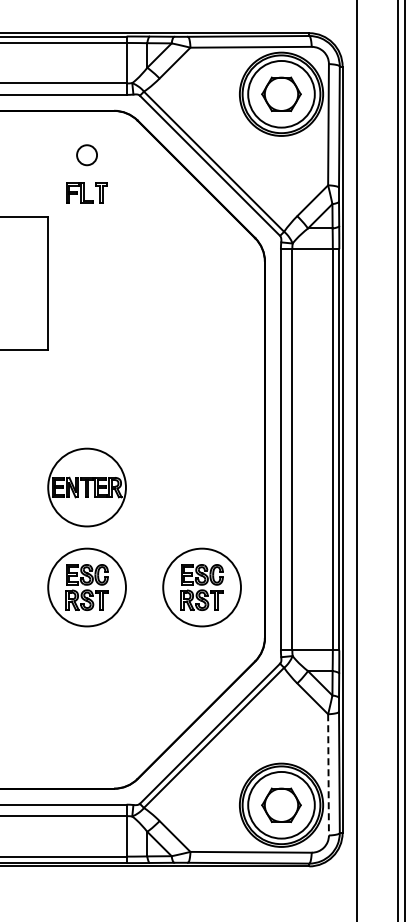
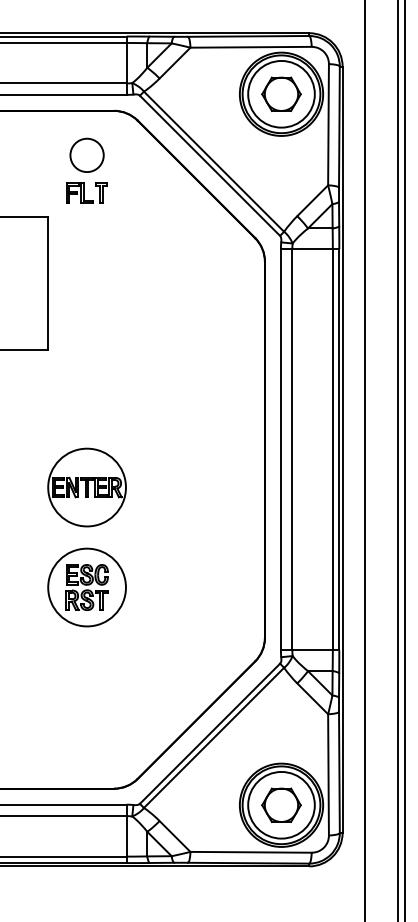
circle at (86, 155) size: 22x23 px -> 36x36 px
line at (356, 460) position: (356, 460) -> (364, 460)
part at (201, 587): present -> none
line at (328, 774): dashed -> solid
